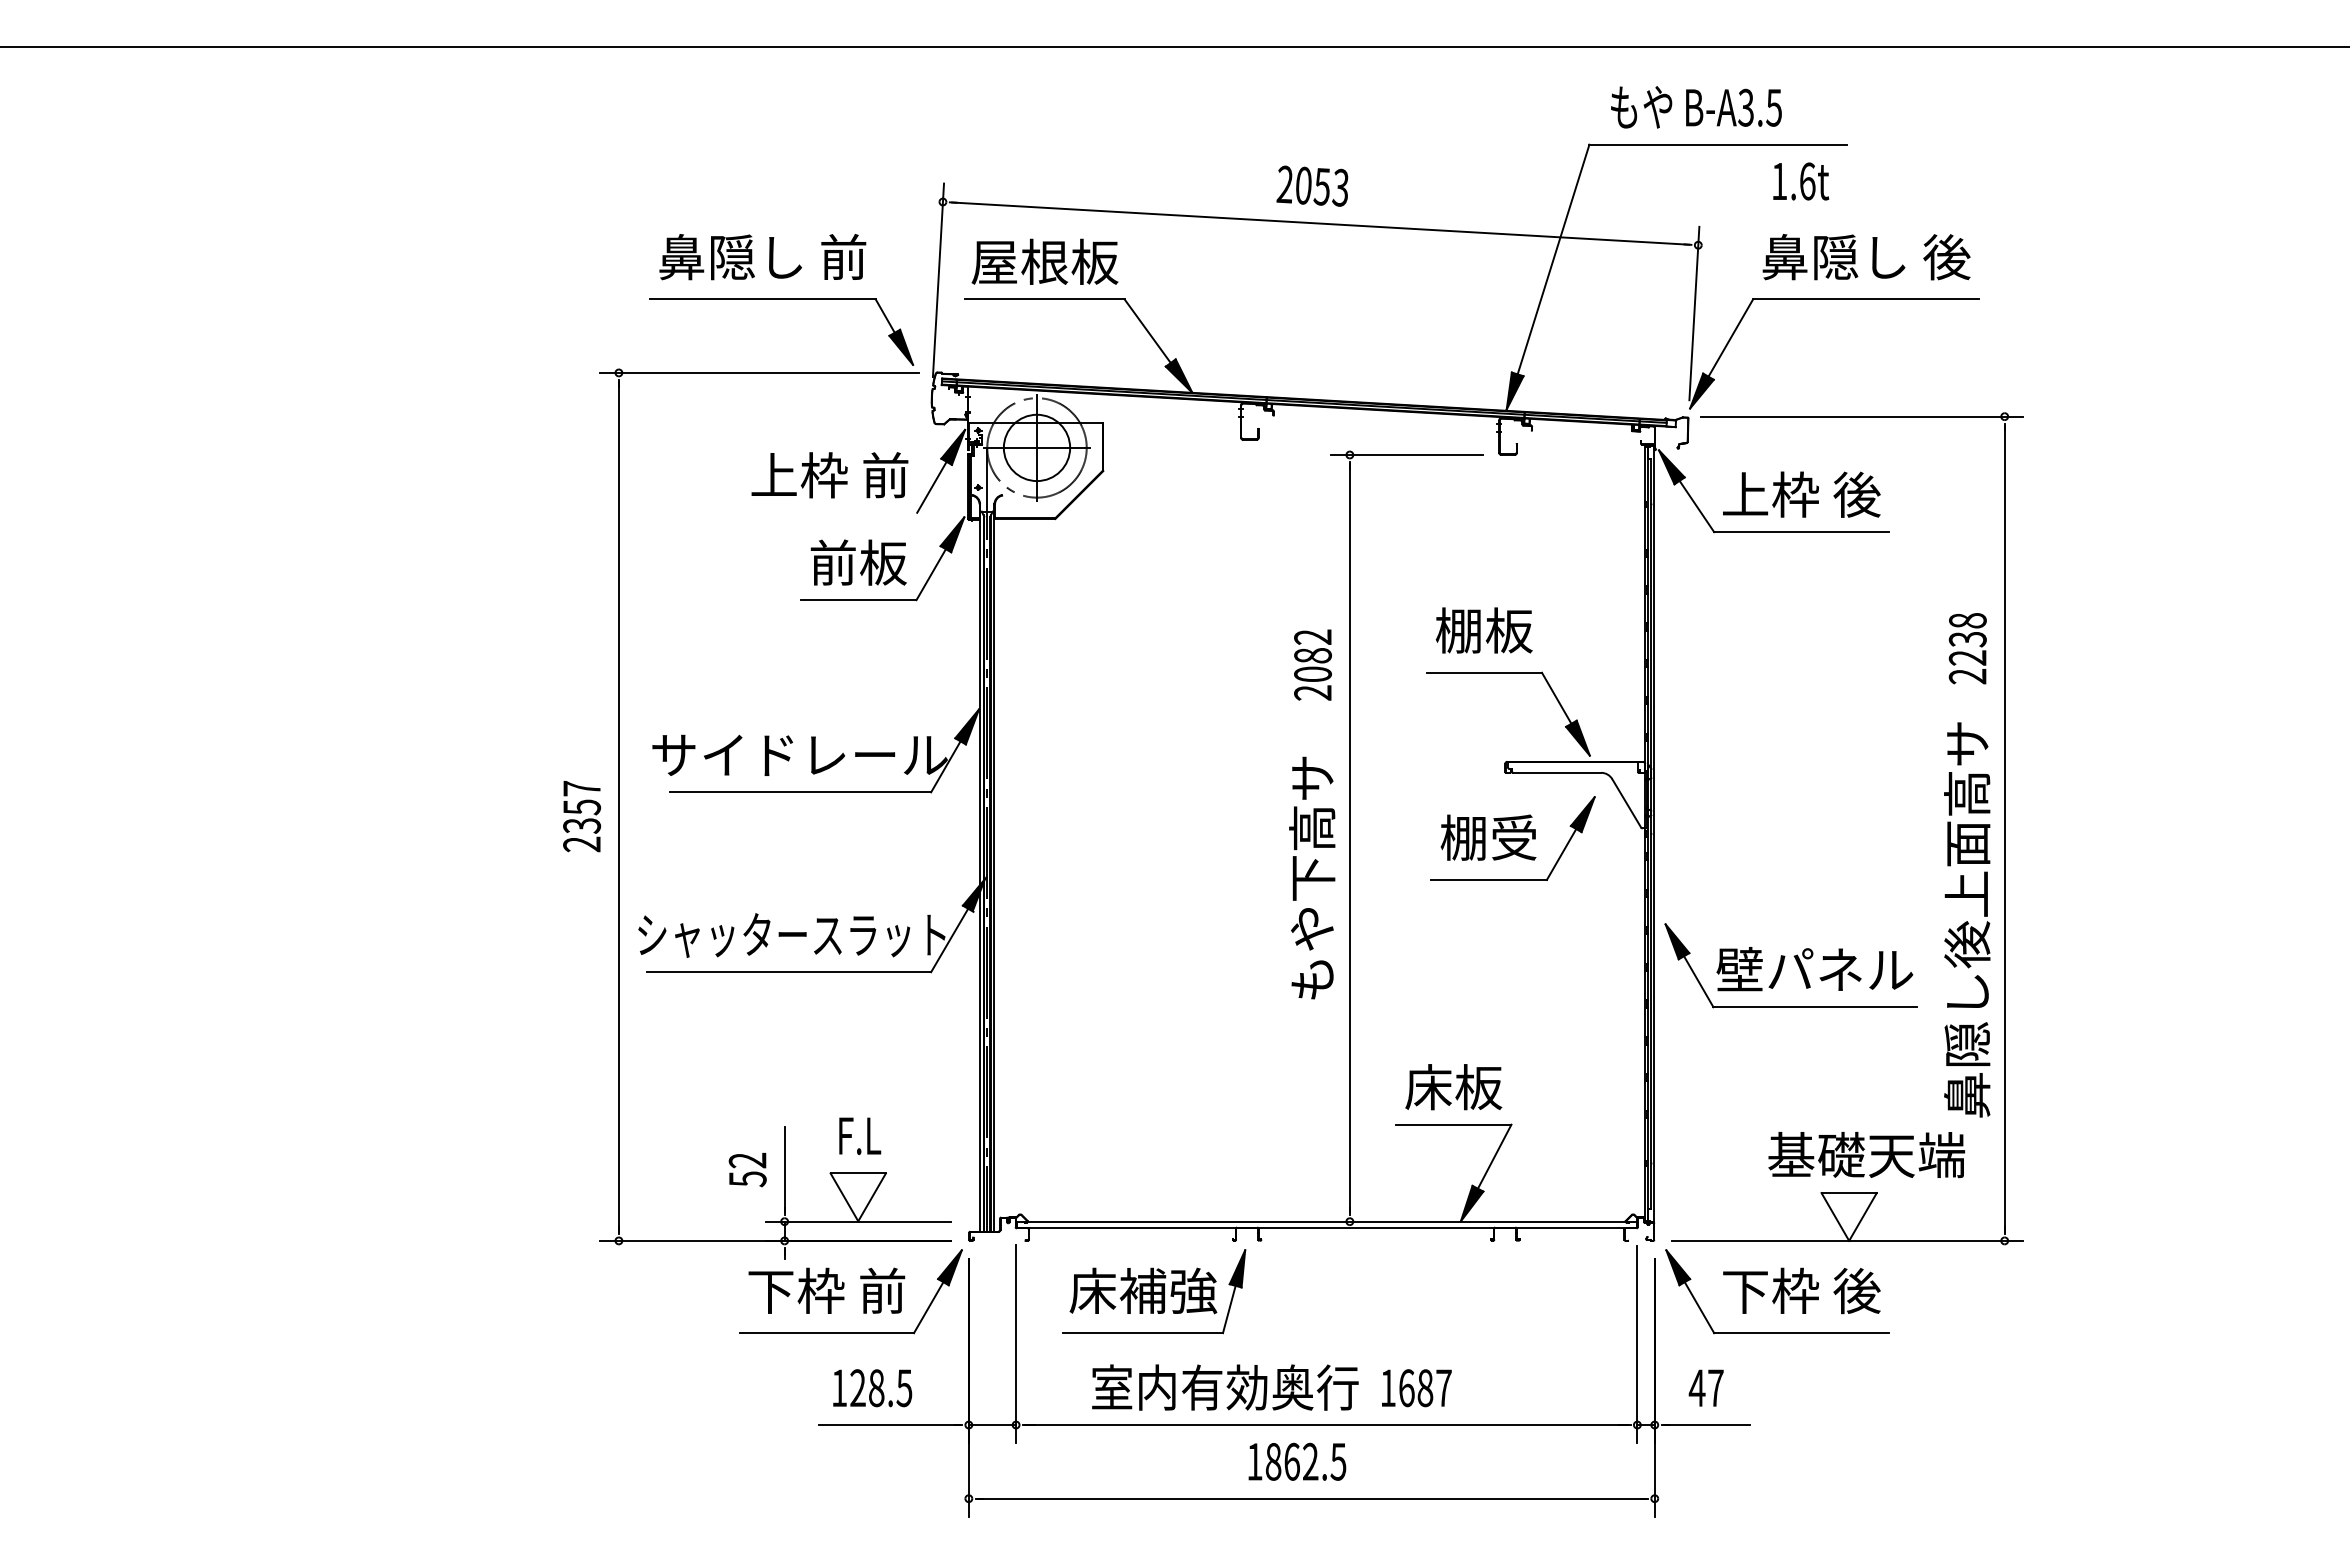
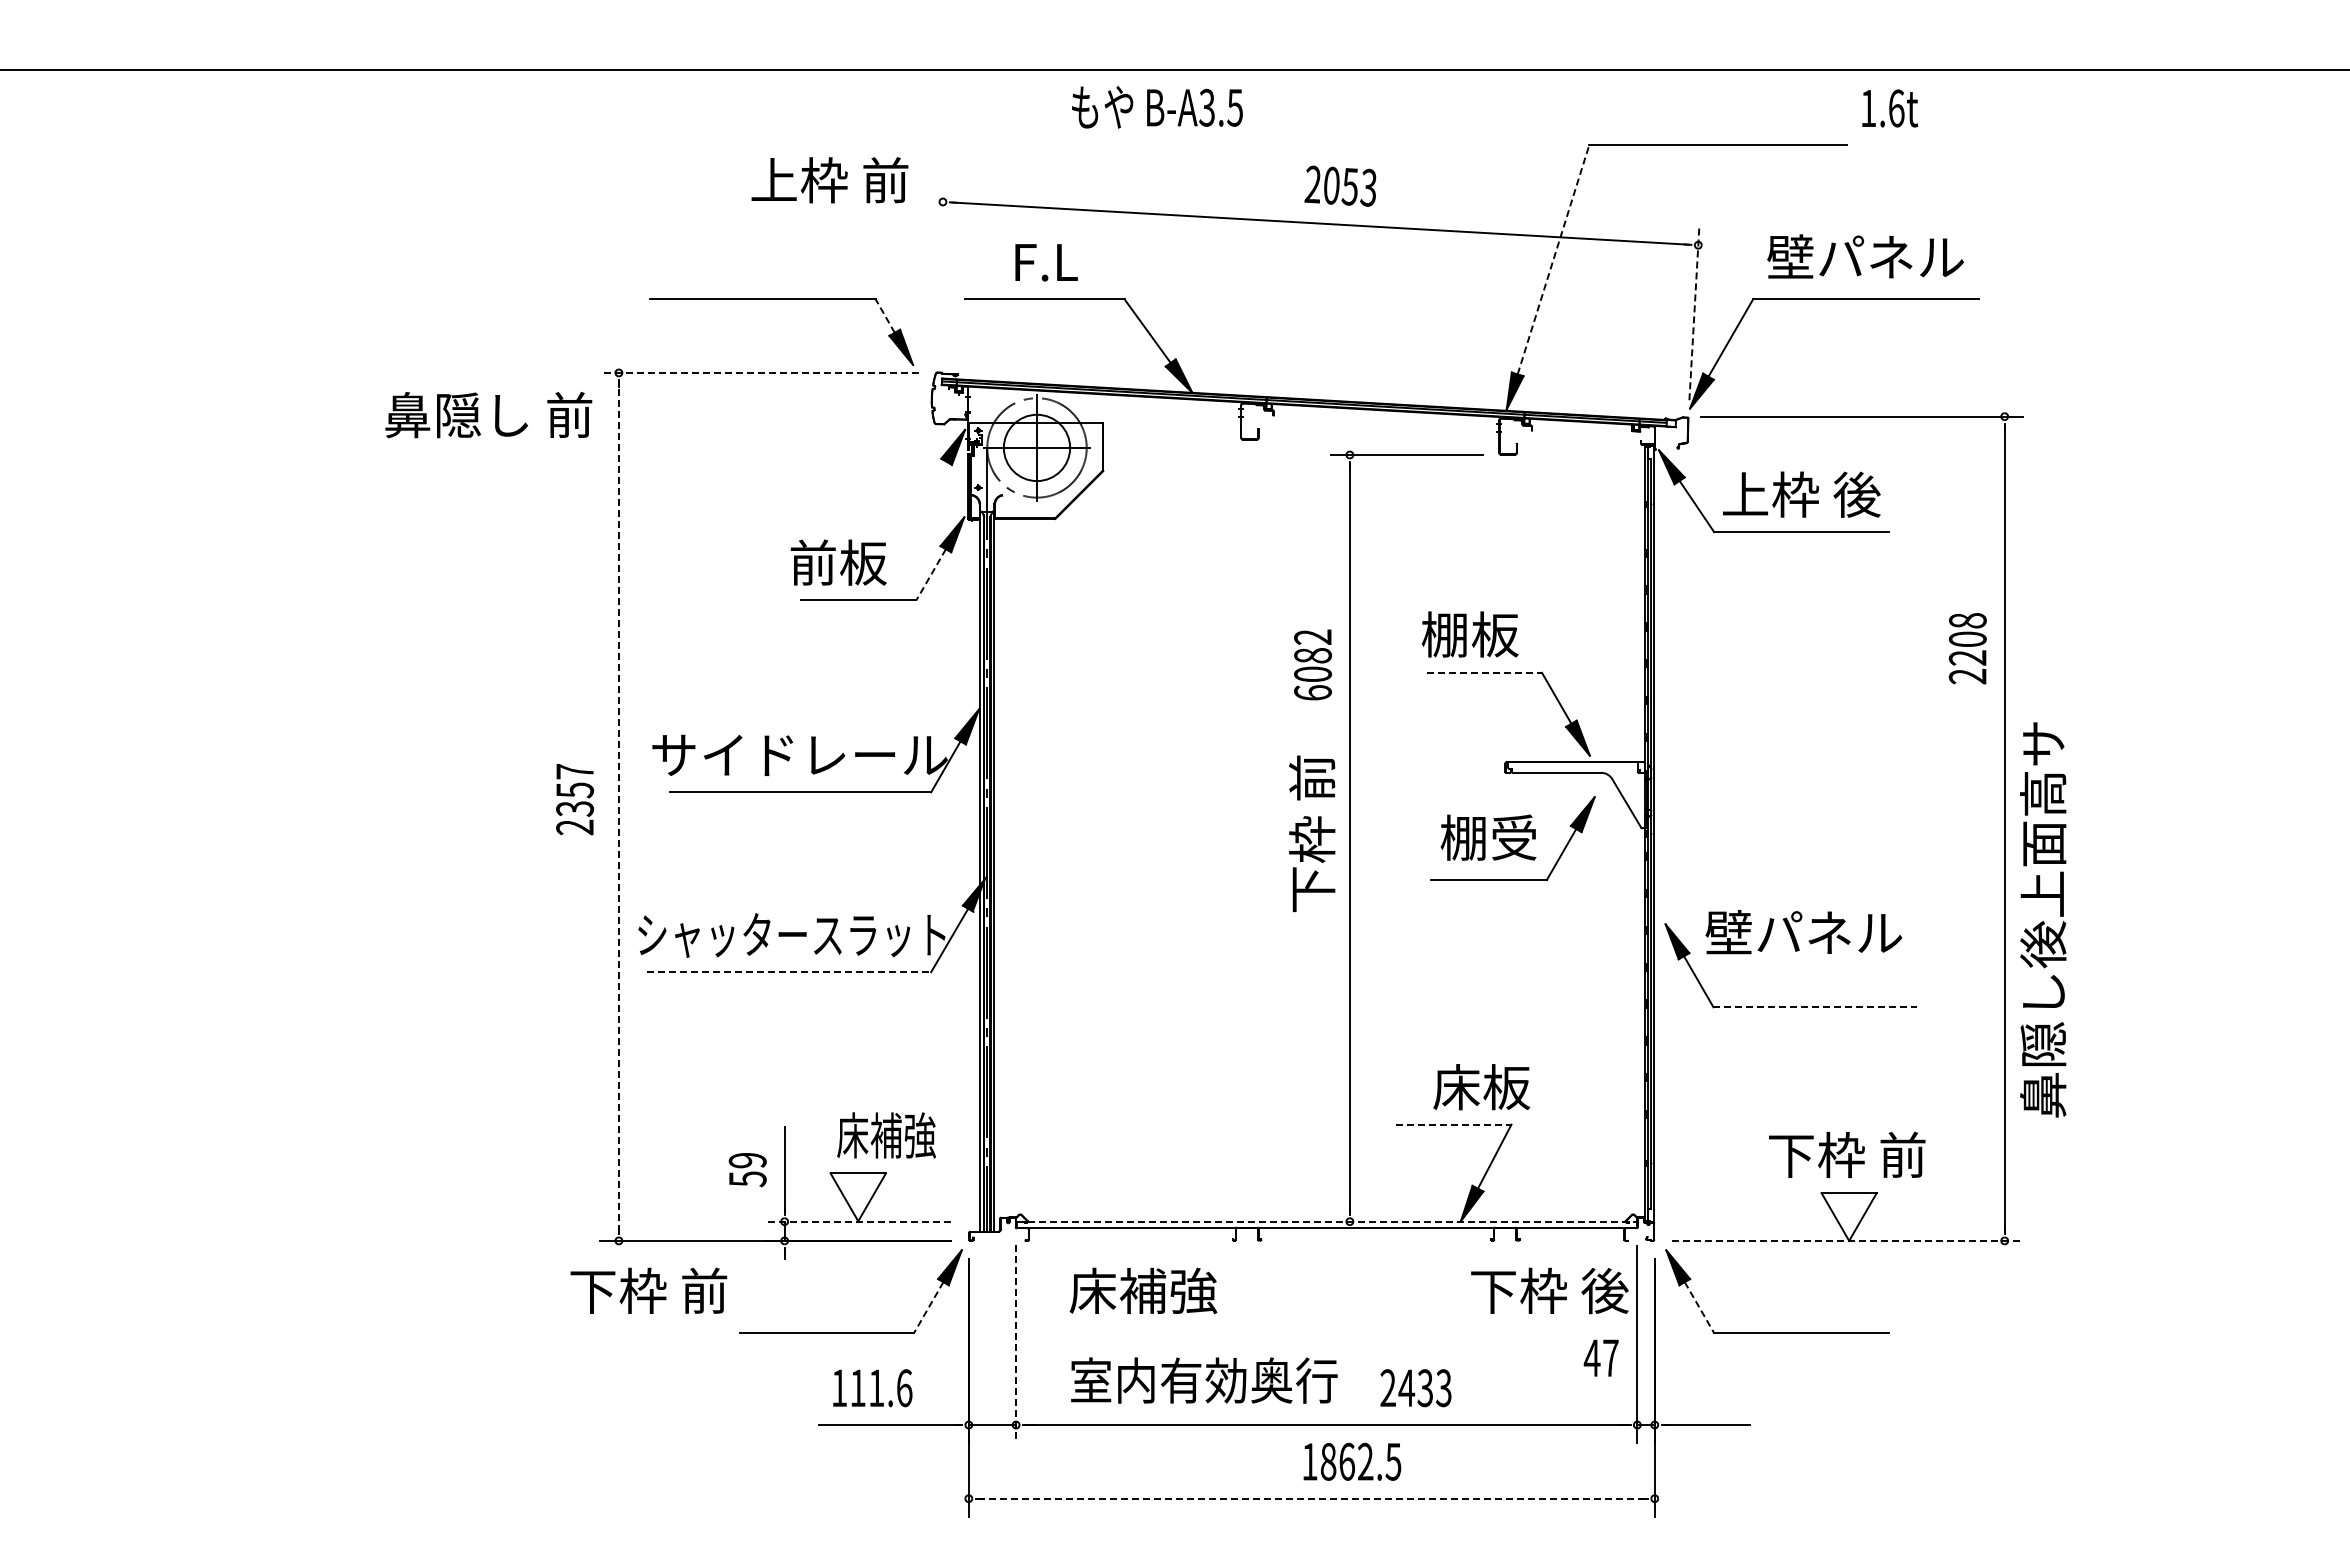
line at (1174, 46) position: (1174, 46) -> (1174, 69)
text at (1696, 107) position: (1696, 107) -> (1157, 107)
text at (1801, 181) position: (1801, 181) -> (1890, 108)
text at (1312, 185) position: (1312, 185) -> (1340, 185)
text at (762, 257) position: (762, 257) -> (488, 415)
text at (1866, 257): 鼻隠し 後 -> 壁パネル
line at (1553, 259): solid -> dashed
text at (1044, 261): 屋根板 -> F.L
line at (938, 280): present -> none
line at (1694, 313): solid -> dashed
line at (885, 315): solid -> dashed
line at (759, 372): solid -> dashed
text at (829, 475) position: (829, 475) -> (829, 180)
line at (931, 486): present -> none
text at (858, 562) position: (858, 562) -> (838, 562)
line at (930, 575): solid -> dashed
text at (1483, 630) position: (1483, 630) -> (1469, 634)
text at (1967, 639): 2238 -> 2208
line at (1484, 672): solid -> dashed
text at (1312, 692): 2082 -> 6082
line at (618, 806): solid -> dashed
text at (582, 816) position: (582, 816) -> (575, 799)
text at (1312, 877): もや下高サ -> 下枠 前
text at (1967, 919) position: (1967, 919) -> (2043, 919)
text at (1814, 969) position: (1814, 969) -> (1803, 932)
line at (789, 972): solid -> dashed
line at (1815, 1007): solid -> dashed
text at (1453, 1087) position: (1453, 1087) -> (1481, 1087)
line at (1453, 1124): solid -> dashed
text at (886, 1135): F.L -> 床補強
text at (1866, 1154): 基礎天端 -> 下枠 前
text at (747, 1160): 52 -> 59
line at (857, 1221): solid -> dashed
line at (1327, 1221): solid -> dashed
line at (1848, 1240): solid -> dashed
text at (826, 1290) position: (826, 1290) -> (648, 1290)
text at (1801, 1290) position: (1801, 1290) -> (1549, 1290)
line at (928, 1308): solid -> dashed
line at (1699, 1308): solid -> dashed
part at (1154, 1332): present -> none
line at (1016, 1344): solid -> dashed
text at (1225, 1387) position: (1225, 1387) -> (1204, 1380)
text at (1705, 1387) position: (1705, 1387) -> (1600, 1357)
text at (881, 1388): 128.5 -> 111.6
text at (1415, 1388): 1687 -> 2433
text at (1297, 1461) position: (1297, 1461) -> (1352, 1461)
line at (1311, 1498): solid -> dashed
